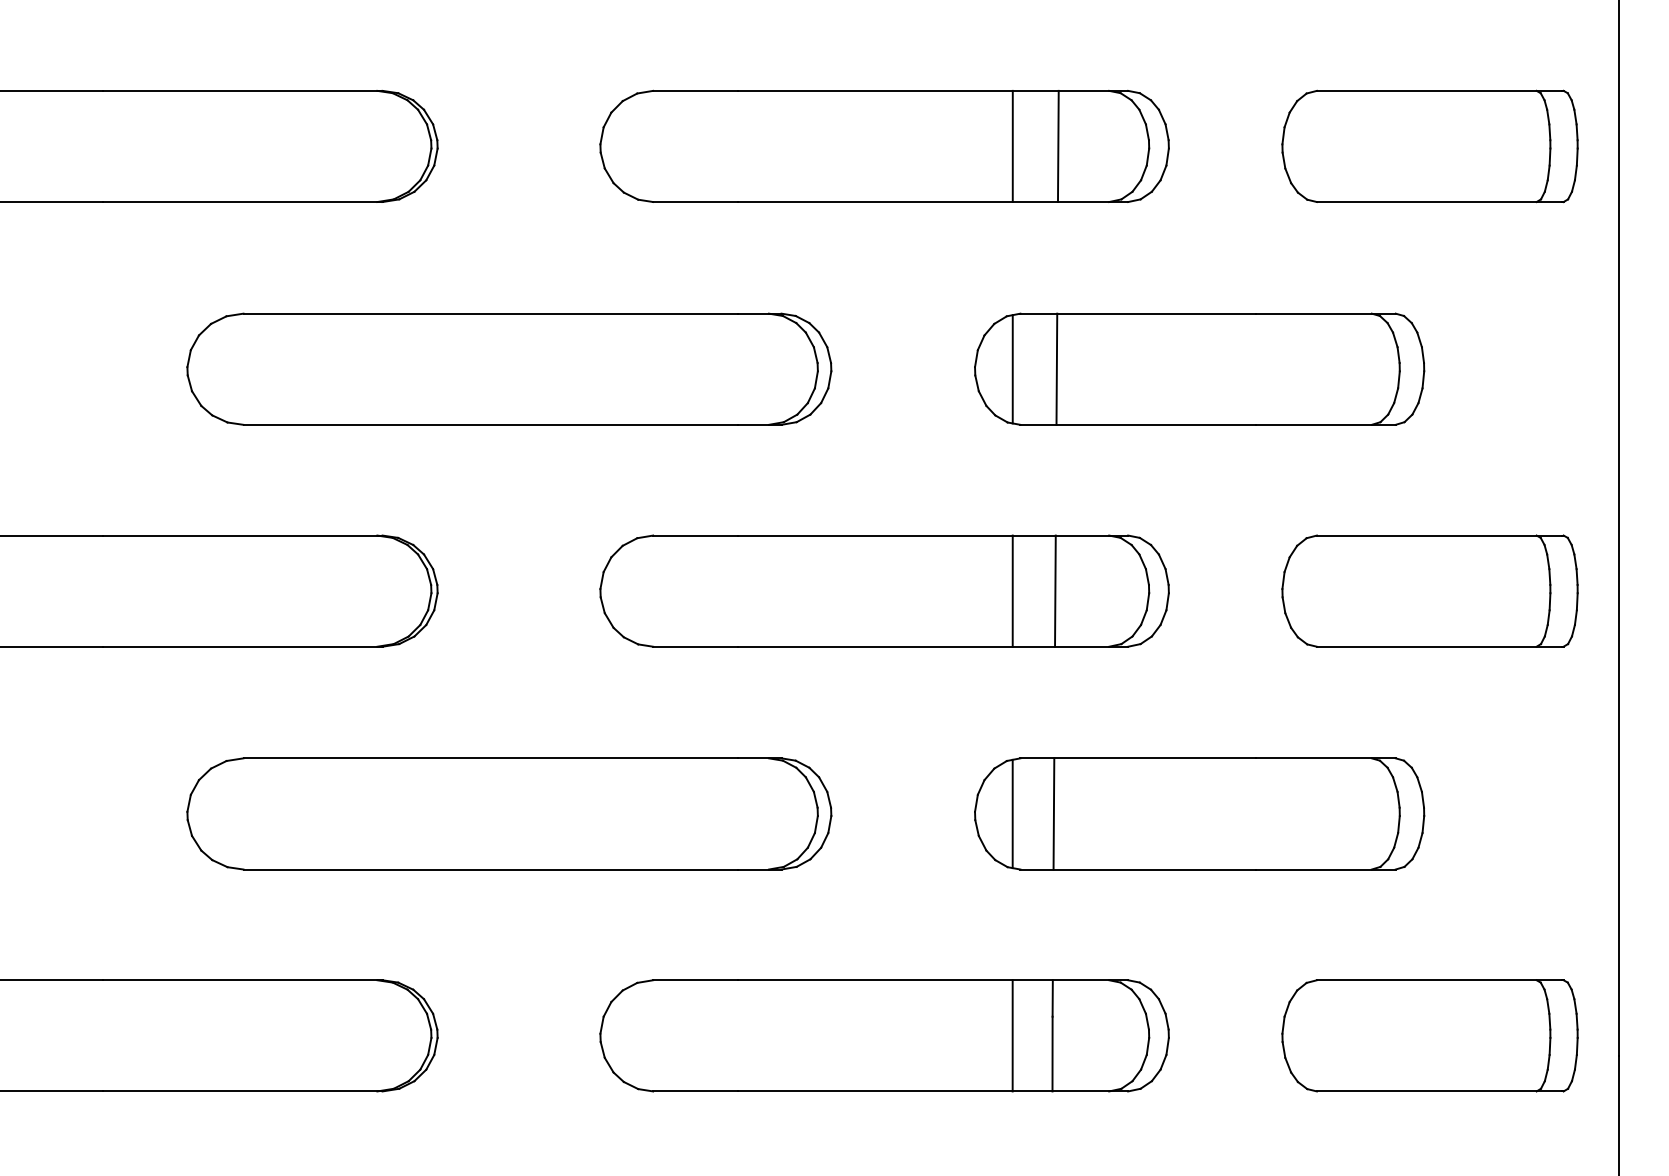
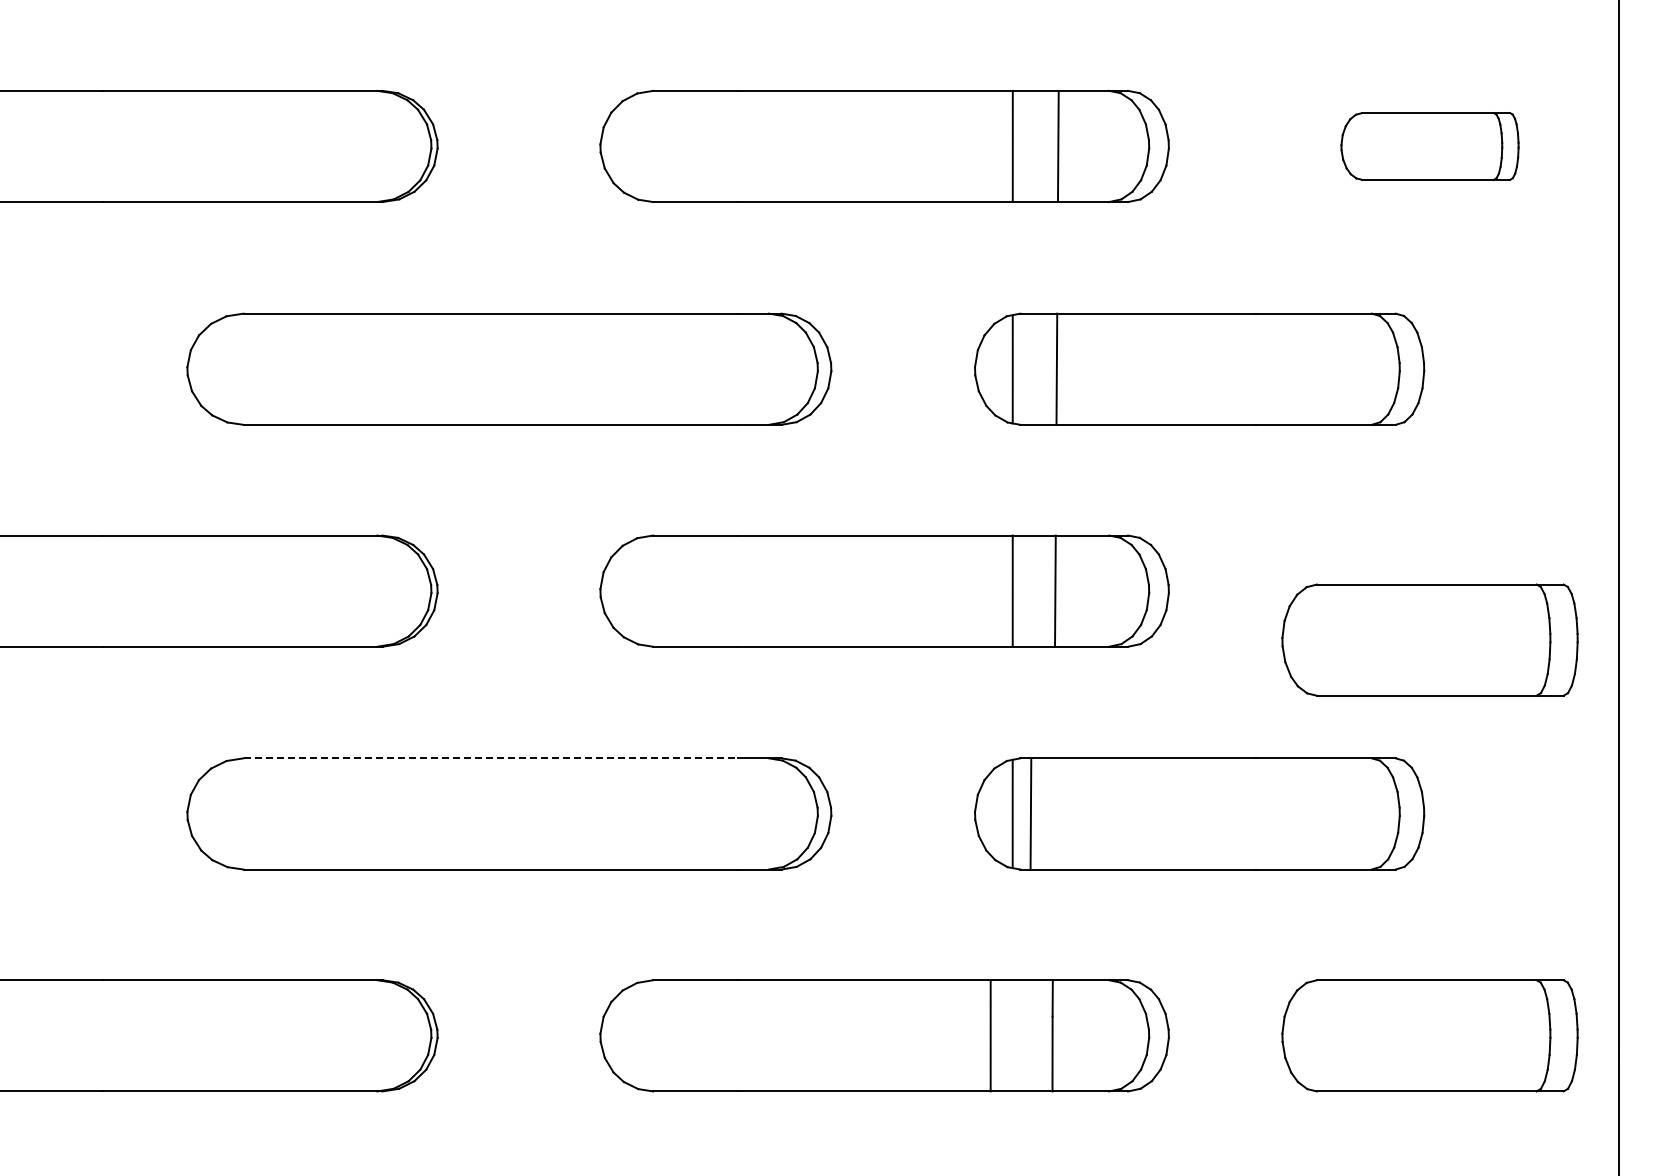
part at (1429, 146) size: 298x115 px -> 180x69 px
part at (1429, 590) position: (1429, 590) -> (1429, 639)
line at (491, 758): solid -> dashed
line at (1053, 813) position: (1053, 813) -> (1030, 813)
line at (1012, 1035) position: (1012, 1035) -> (990, 1035)
